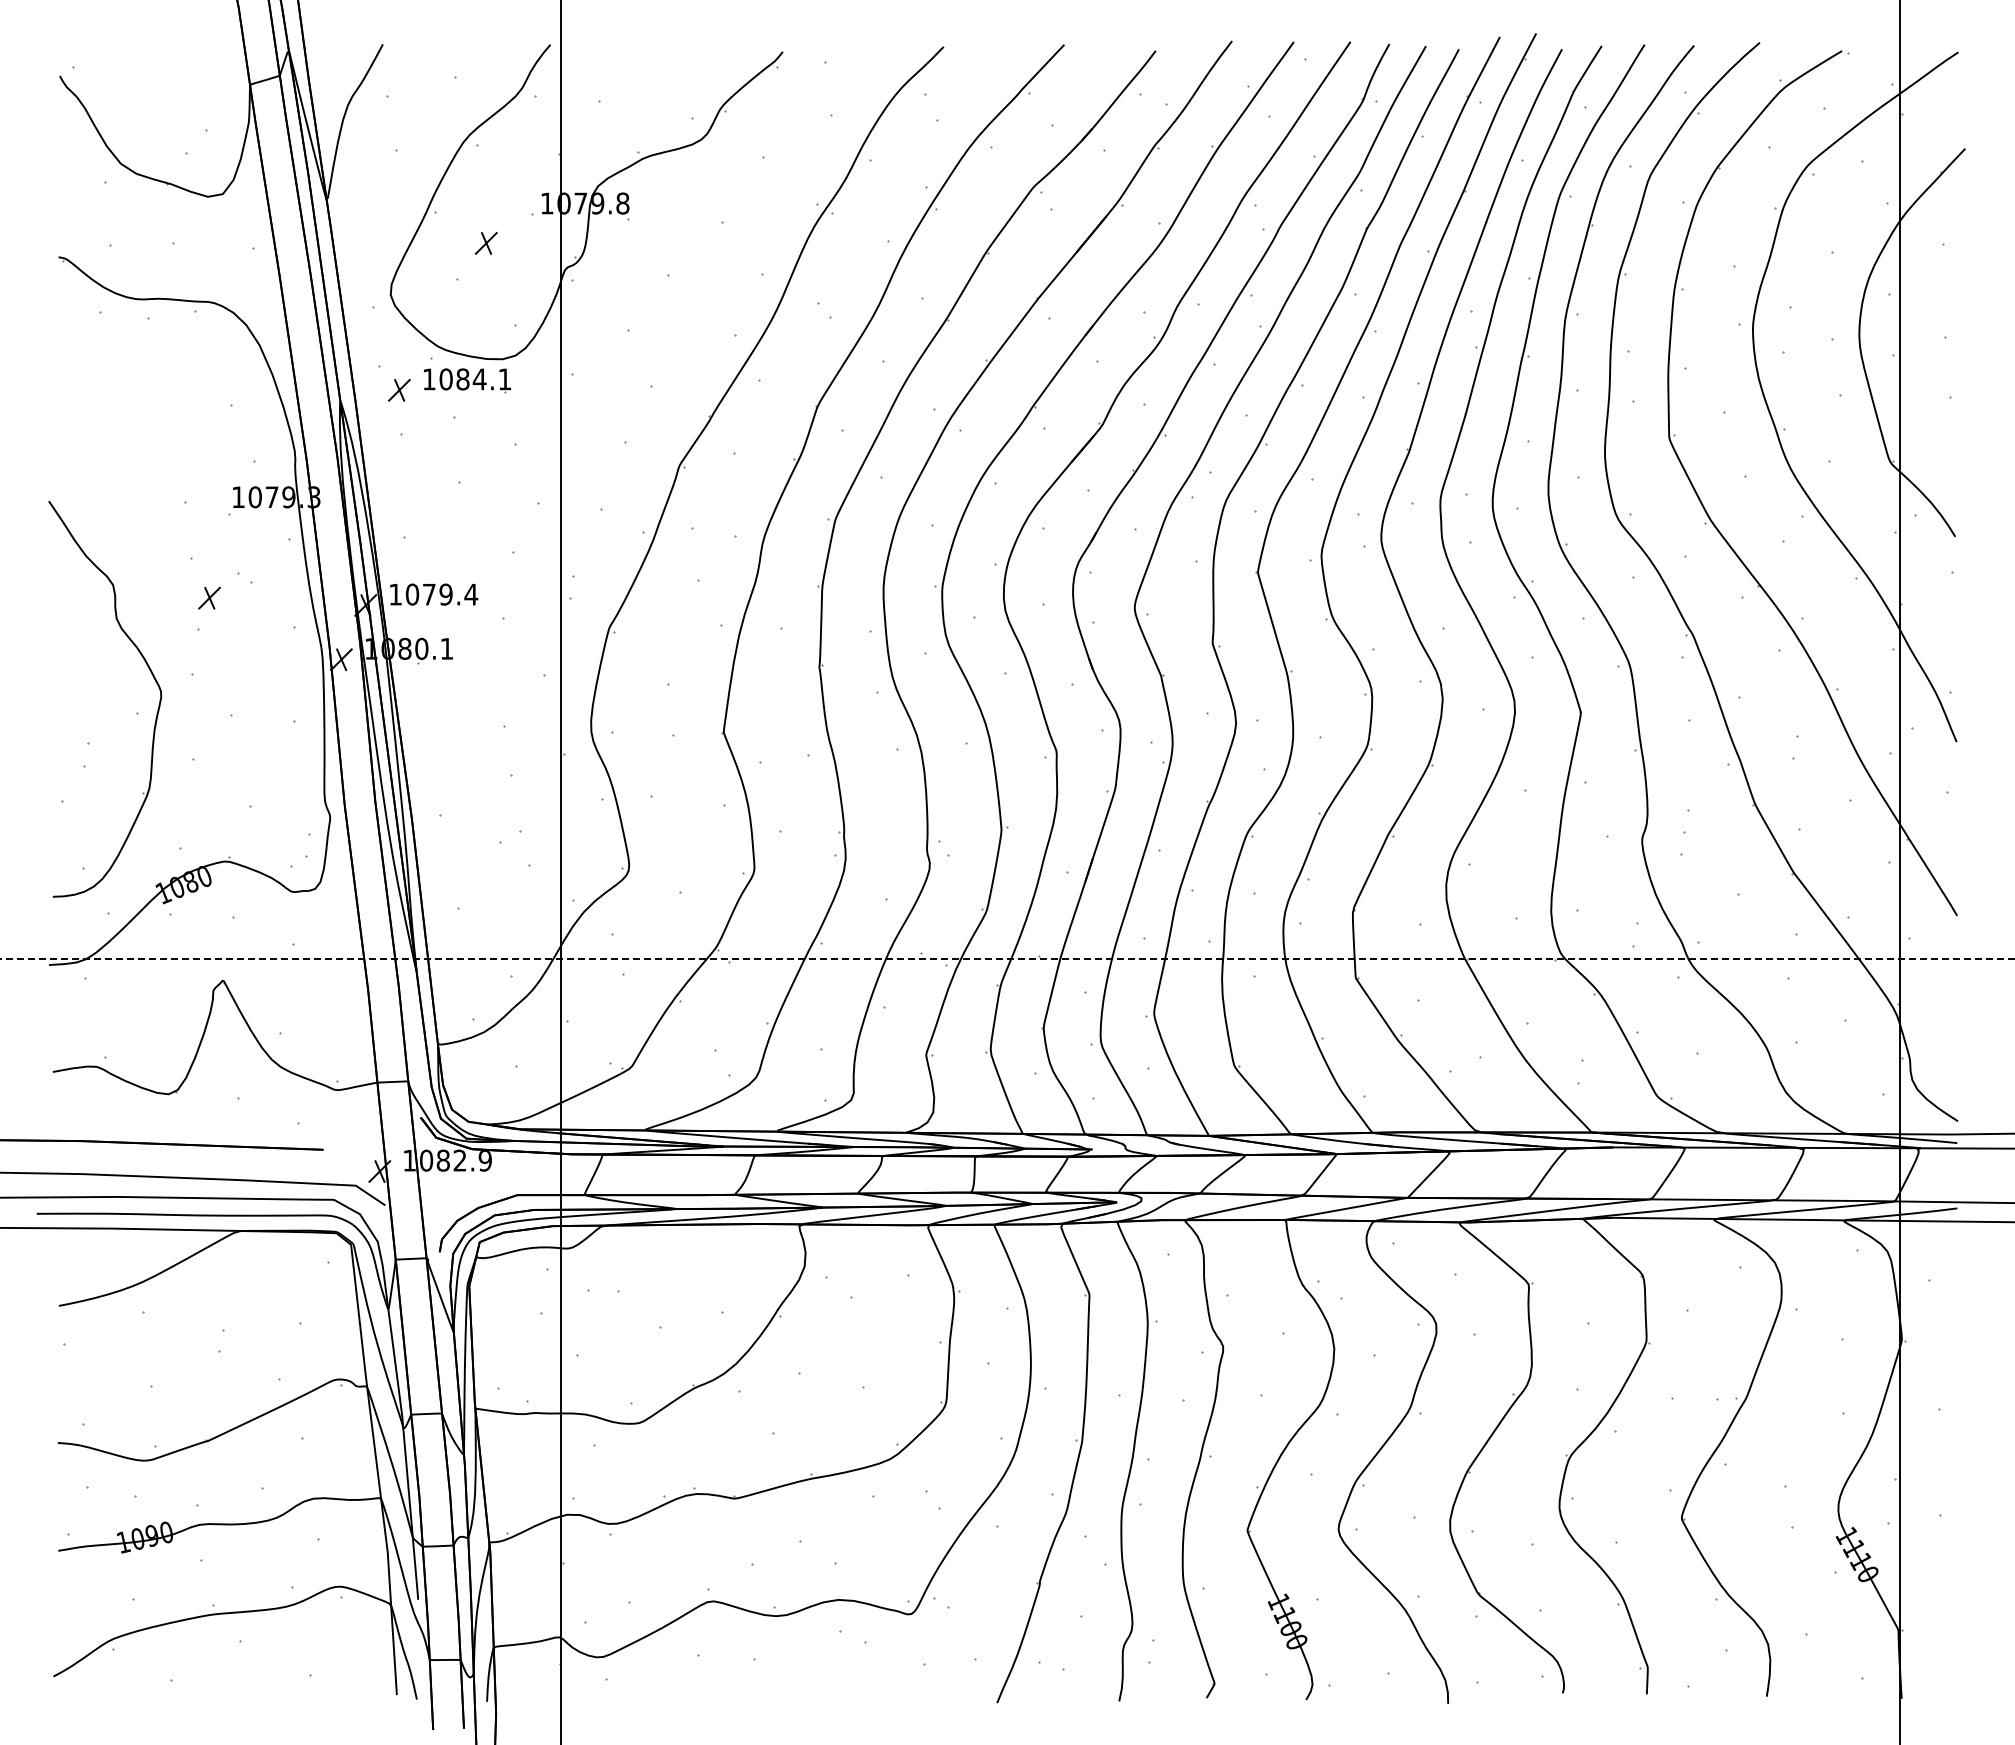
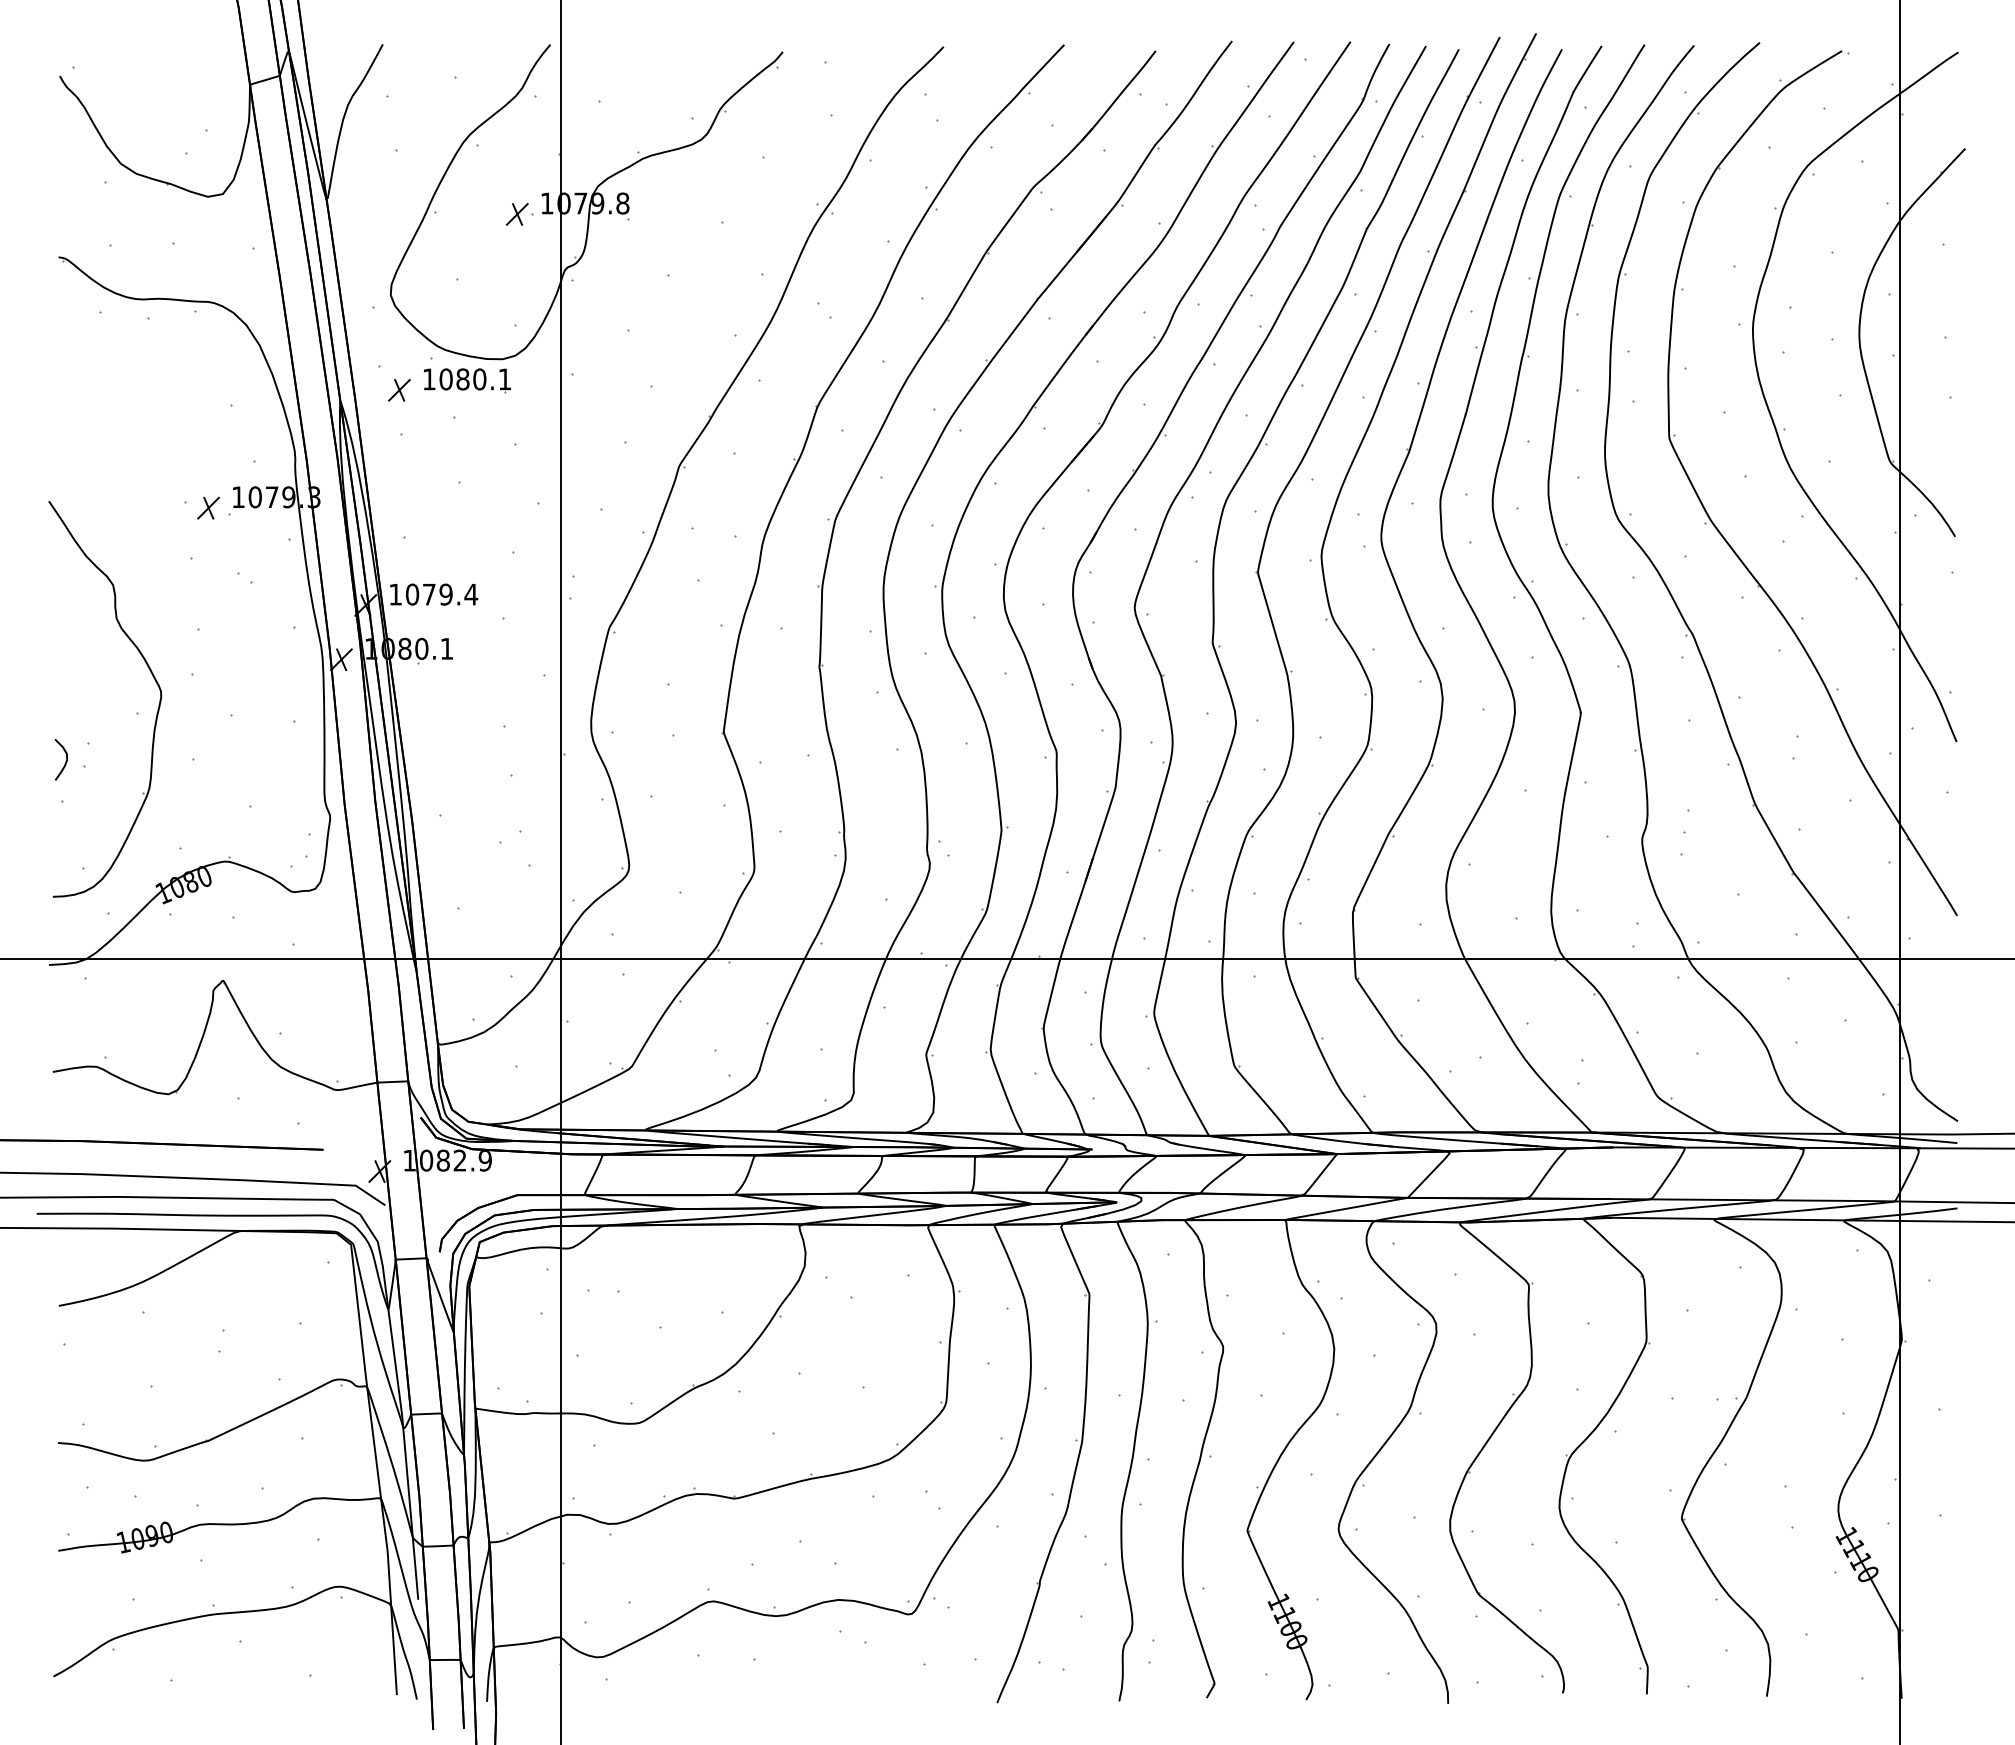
part at (485, 243) position: (485, 243) -> (516, 214)
text at (479, 379): 1084.1 -> 1080.1
part at (209, 597) position: (209, 597) -> (208, 507)
curve at (65, 761): none -> present
line at (1007, 959): dashed -> solid
